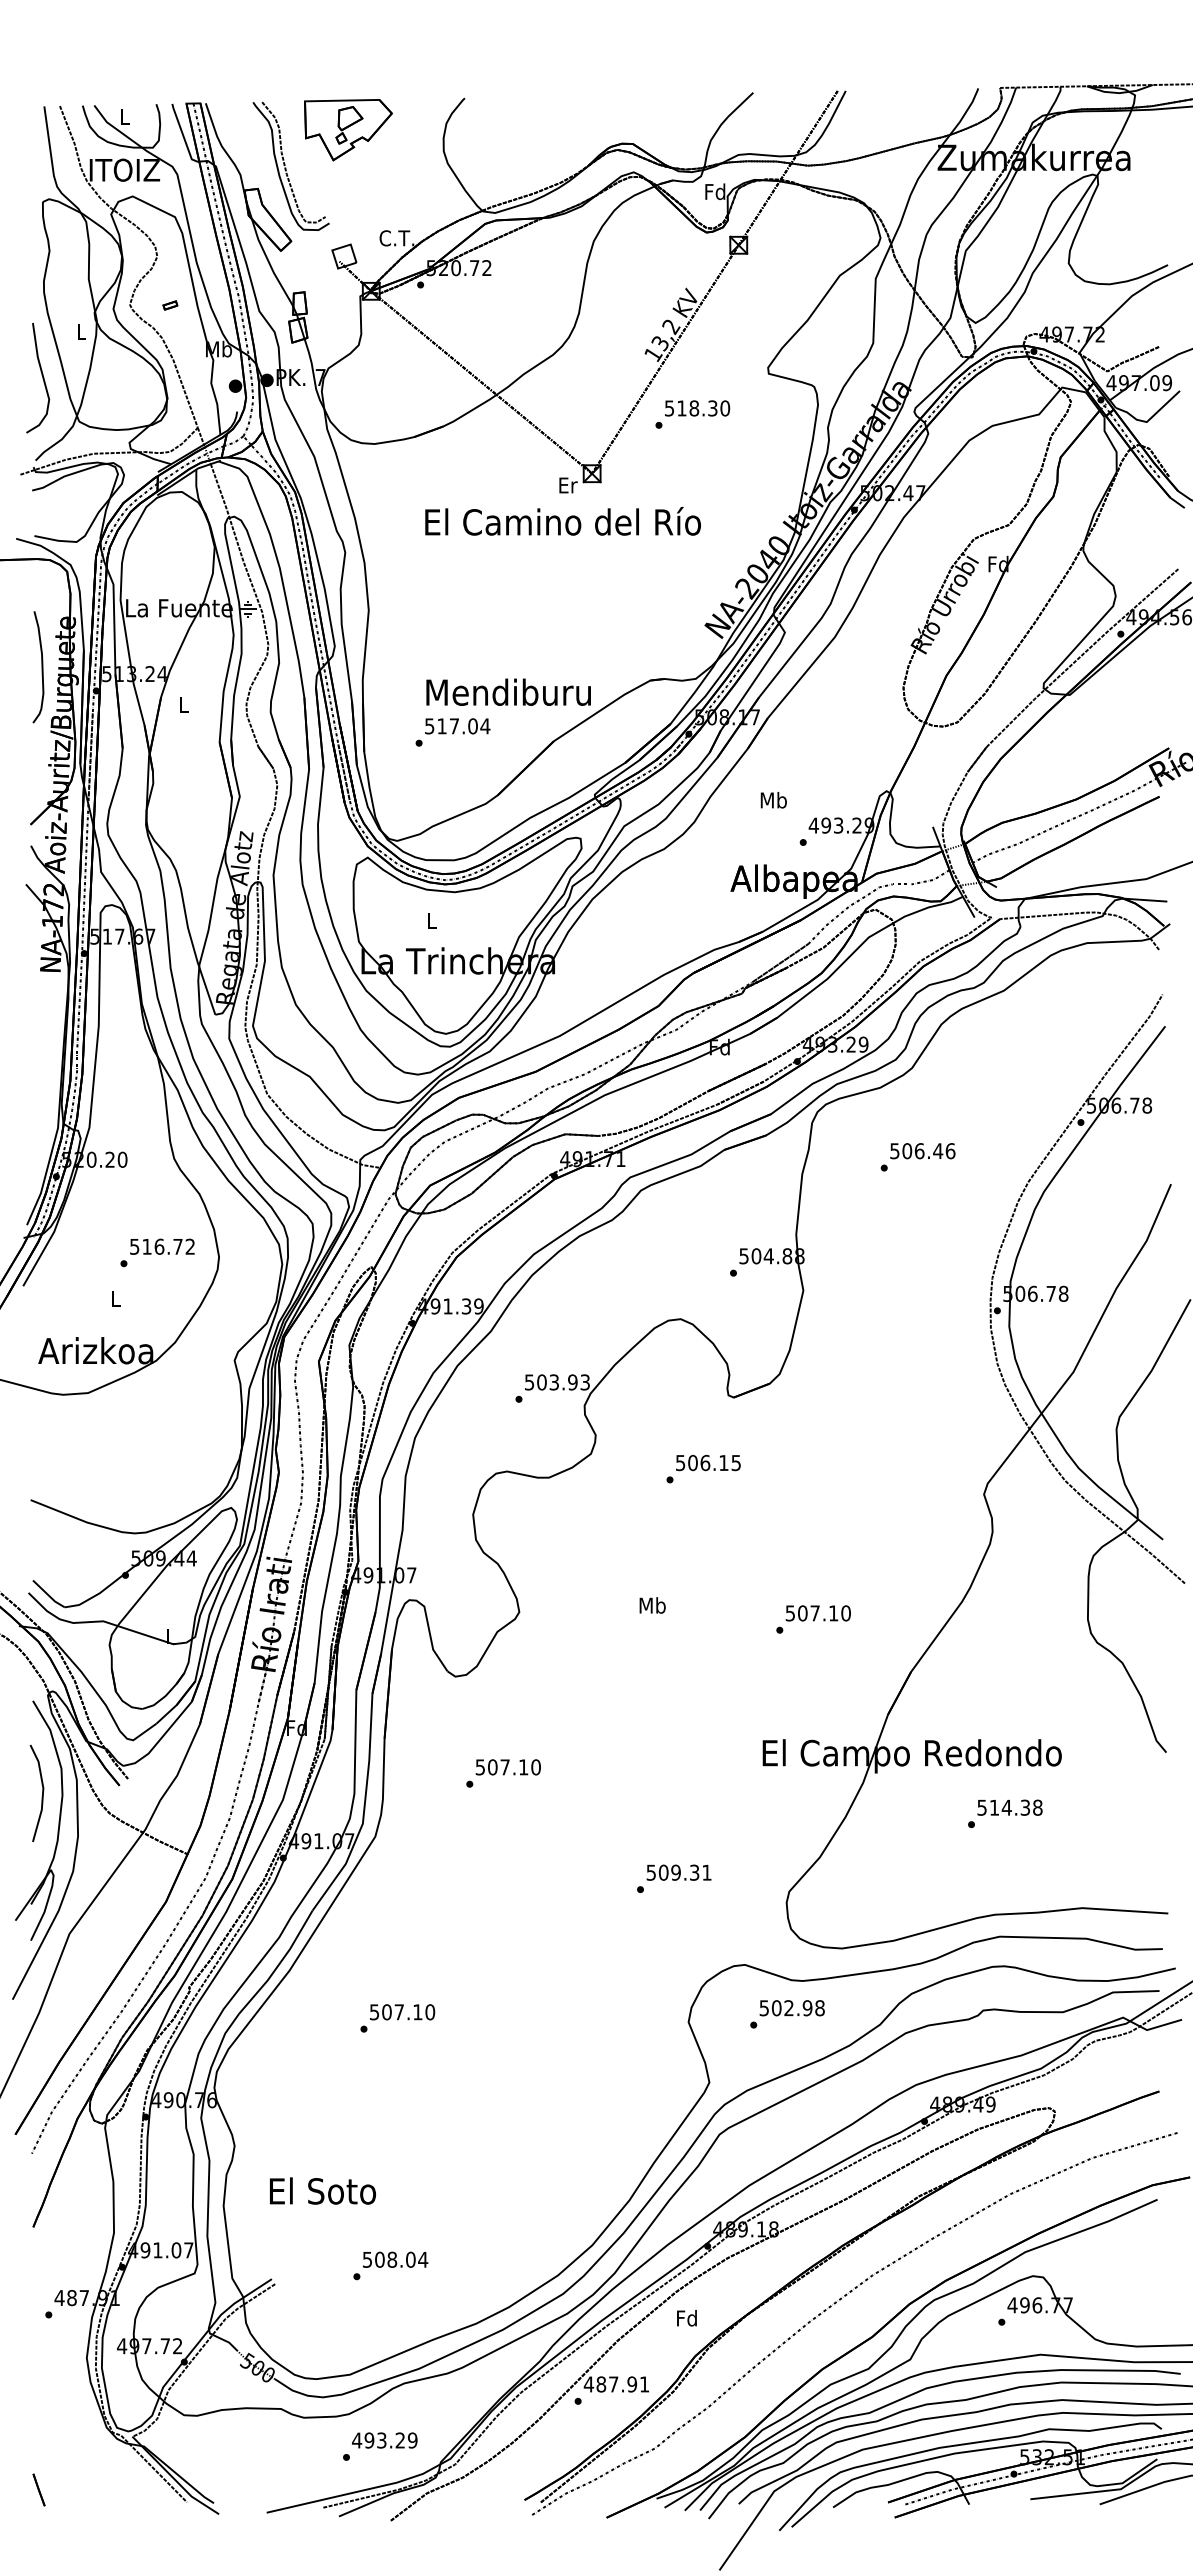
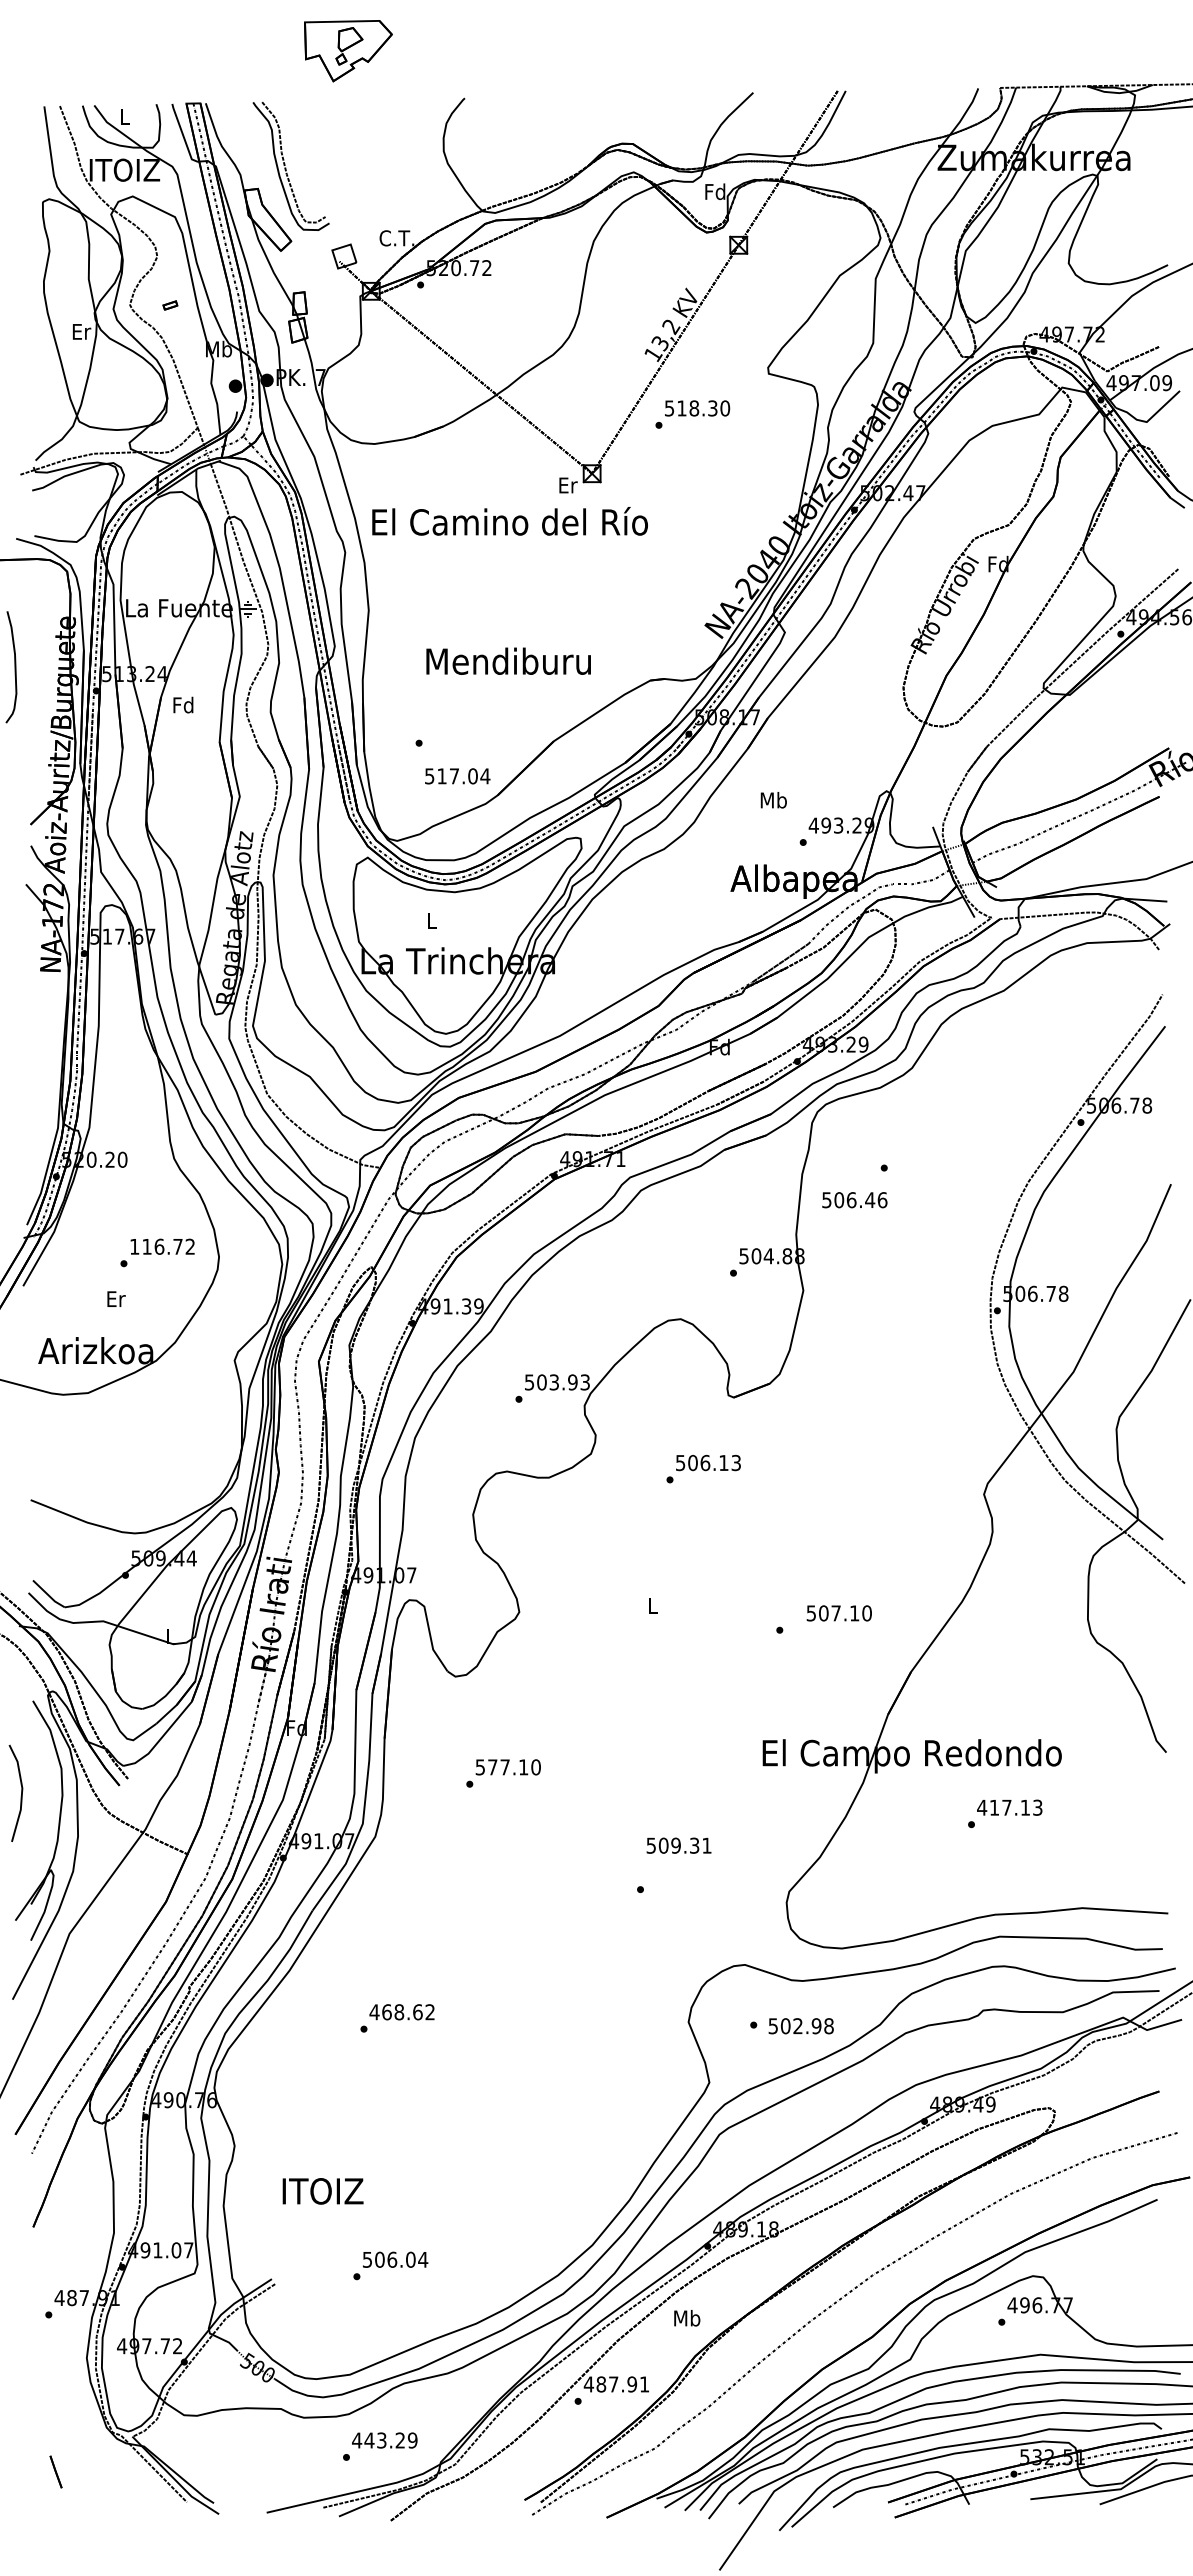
part at (348, 130) position: (348, 130) -> (348, 51)
text at (81, 331): L -> Er
curve at (42, 378): present -> none
text at (562, 521) position: (562, 521) -> (509, 521)
curve at (41, 667) position: (41, 667) -> (14, 667)
text at (508, 691) position: (508, 691) -> (508, 660)
text at (183, 704): L -> Fd
text at (457, 726) position: (457, 726) -> (457, 776)
text at (922, 1151) position: (922, 1151) -> (854, 1200)
text at (134, 1246): 516.72 -> 116.72
text at (116, 1298): L -> Er
text at (736, 1462): 506.15 -> 506.13
text at (652, 1605): Mb -> L
text at (817, 1613) position: (817, 1613) -> (838, 1613)
text at (492, 1767): 507.10 -> 577.10
line at (42, 1792) position: (42, 1792) -> (21, 1792)
text at (1009, 1807): 514.38 -> 417.13
text at (678, 1872) position: (678, 1872) -> (678, 1845)
text at (791, 2008) position: (791, 2008) -> (800, 2026)
text at (402, 2012): 507.10 -> 468.62
text at (322, 2190): El Soto -> ITOIZ
text at (392, 2259): 508.04 -> 506.04
text at (687, 2318): Fd -> Mb
text at (369, 2440): 493.29 -> 443.29
line at (38, 2489) position: (38, 2489) -> (55, 2471)
